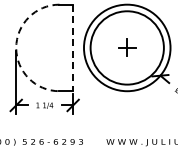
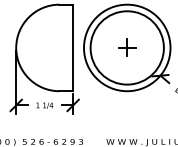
arc at (16, 47): dashed -> solid
line at (73, 48): dashed -> solid
